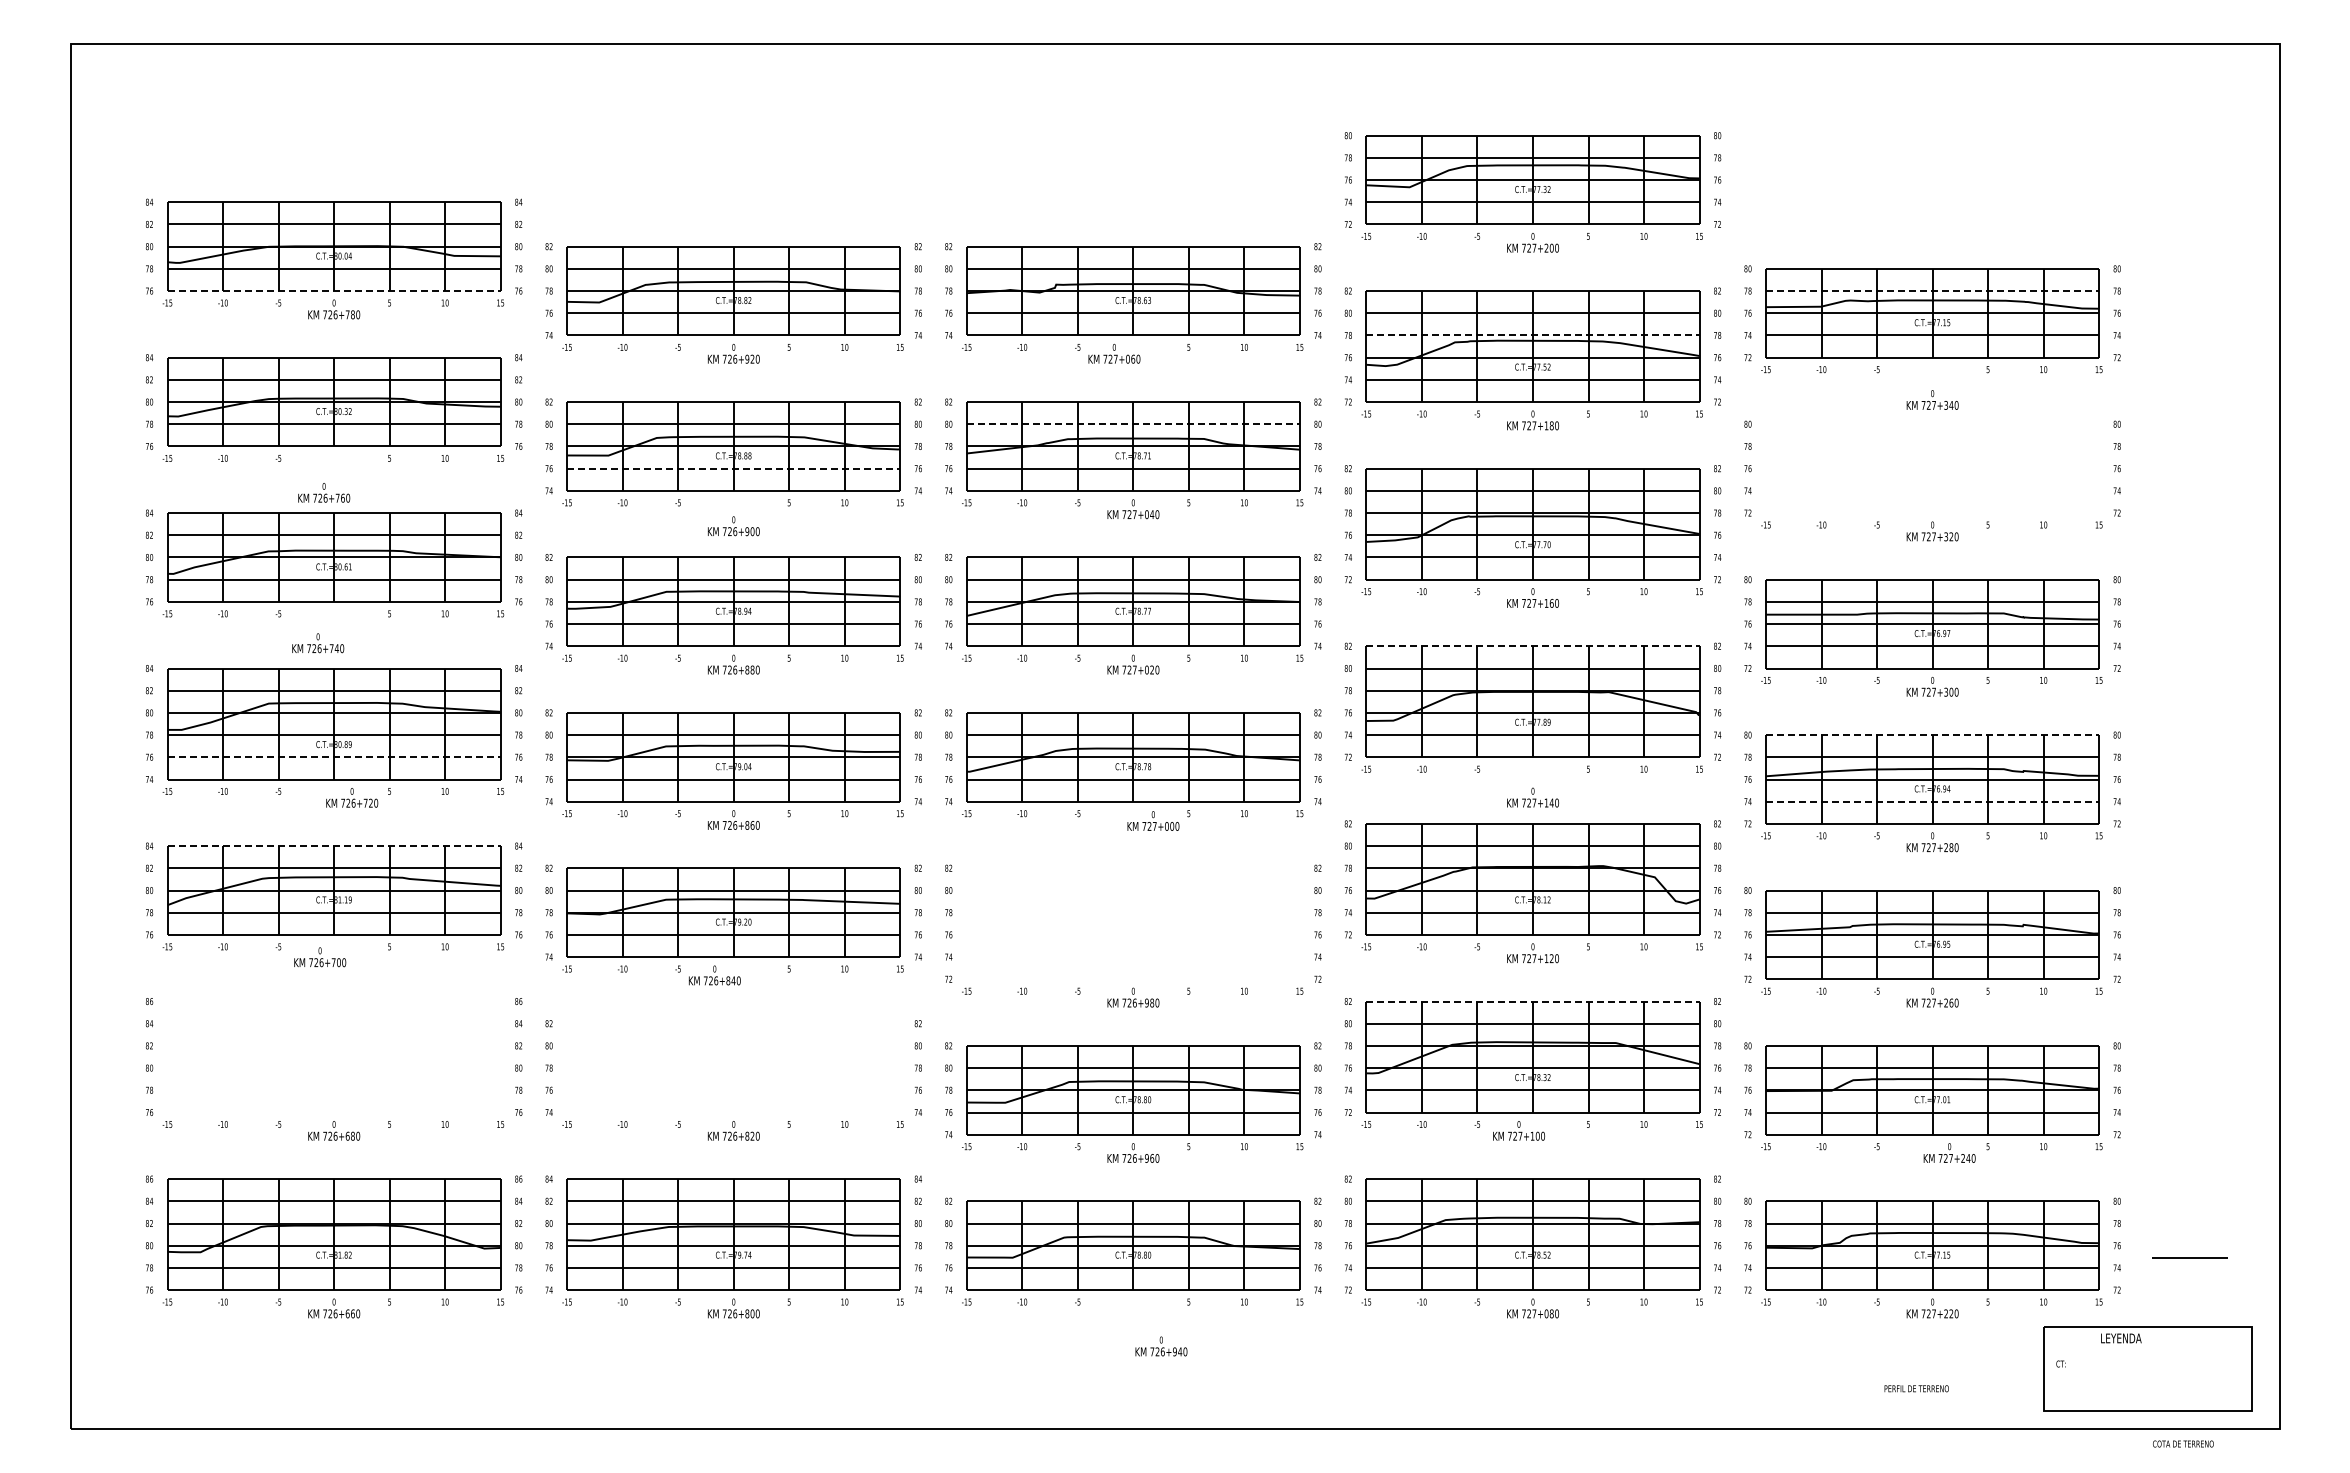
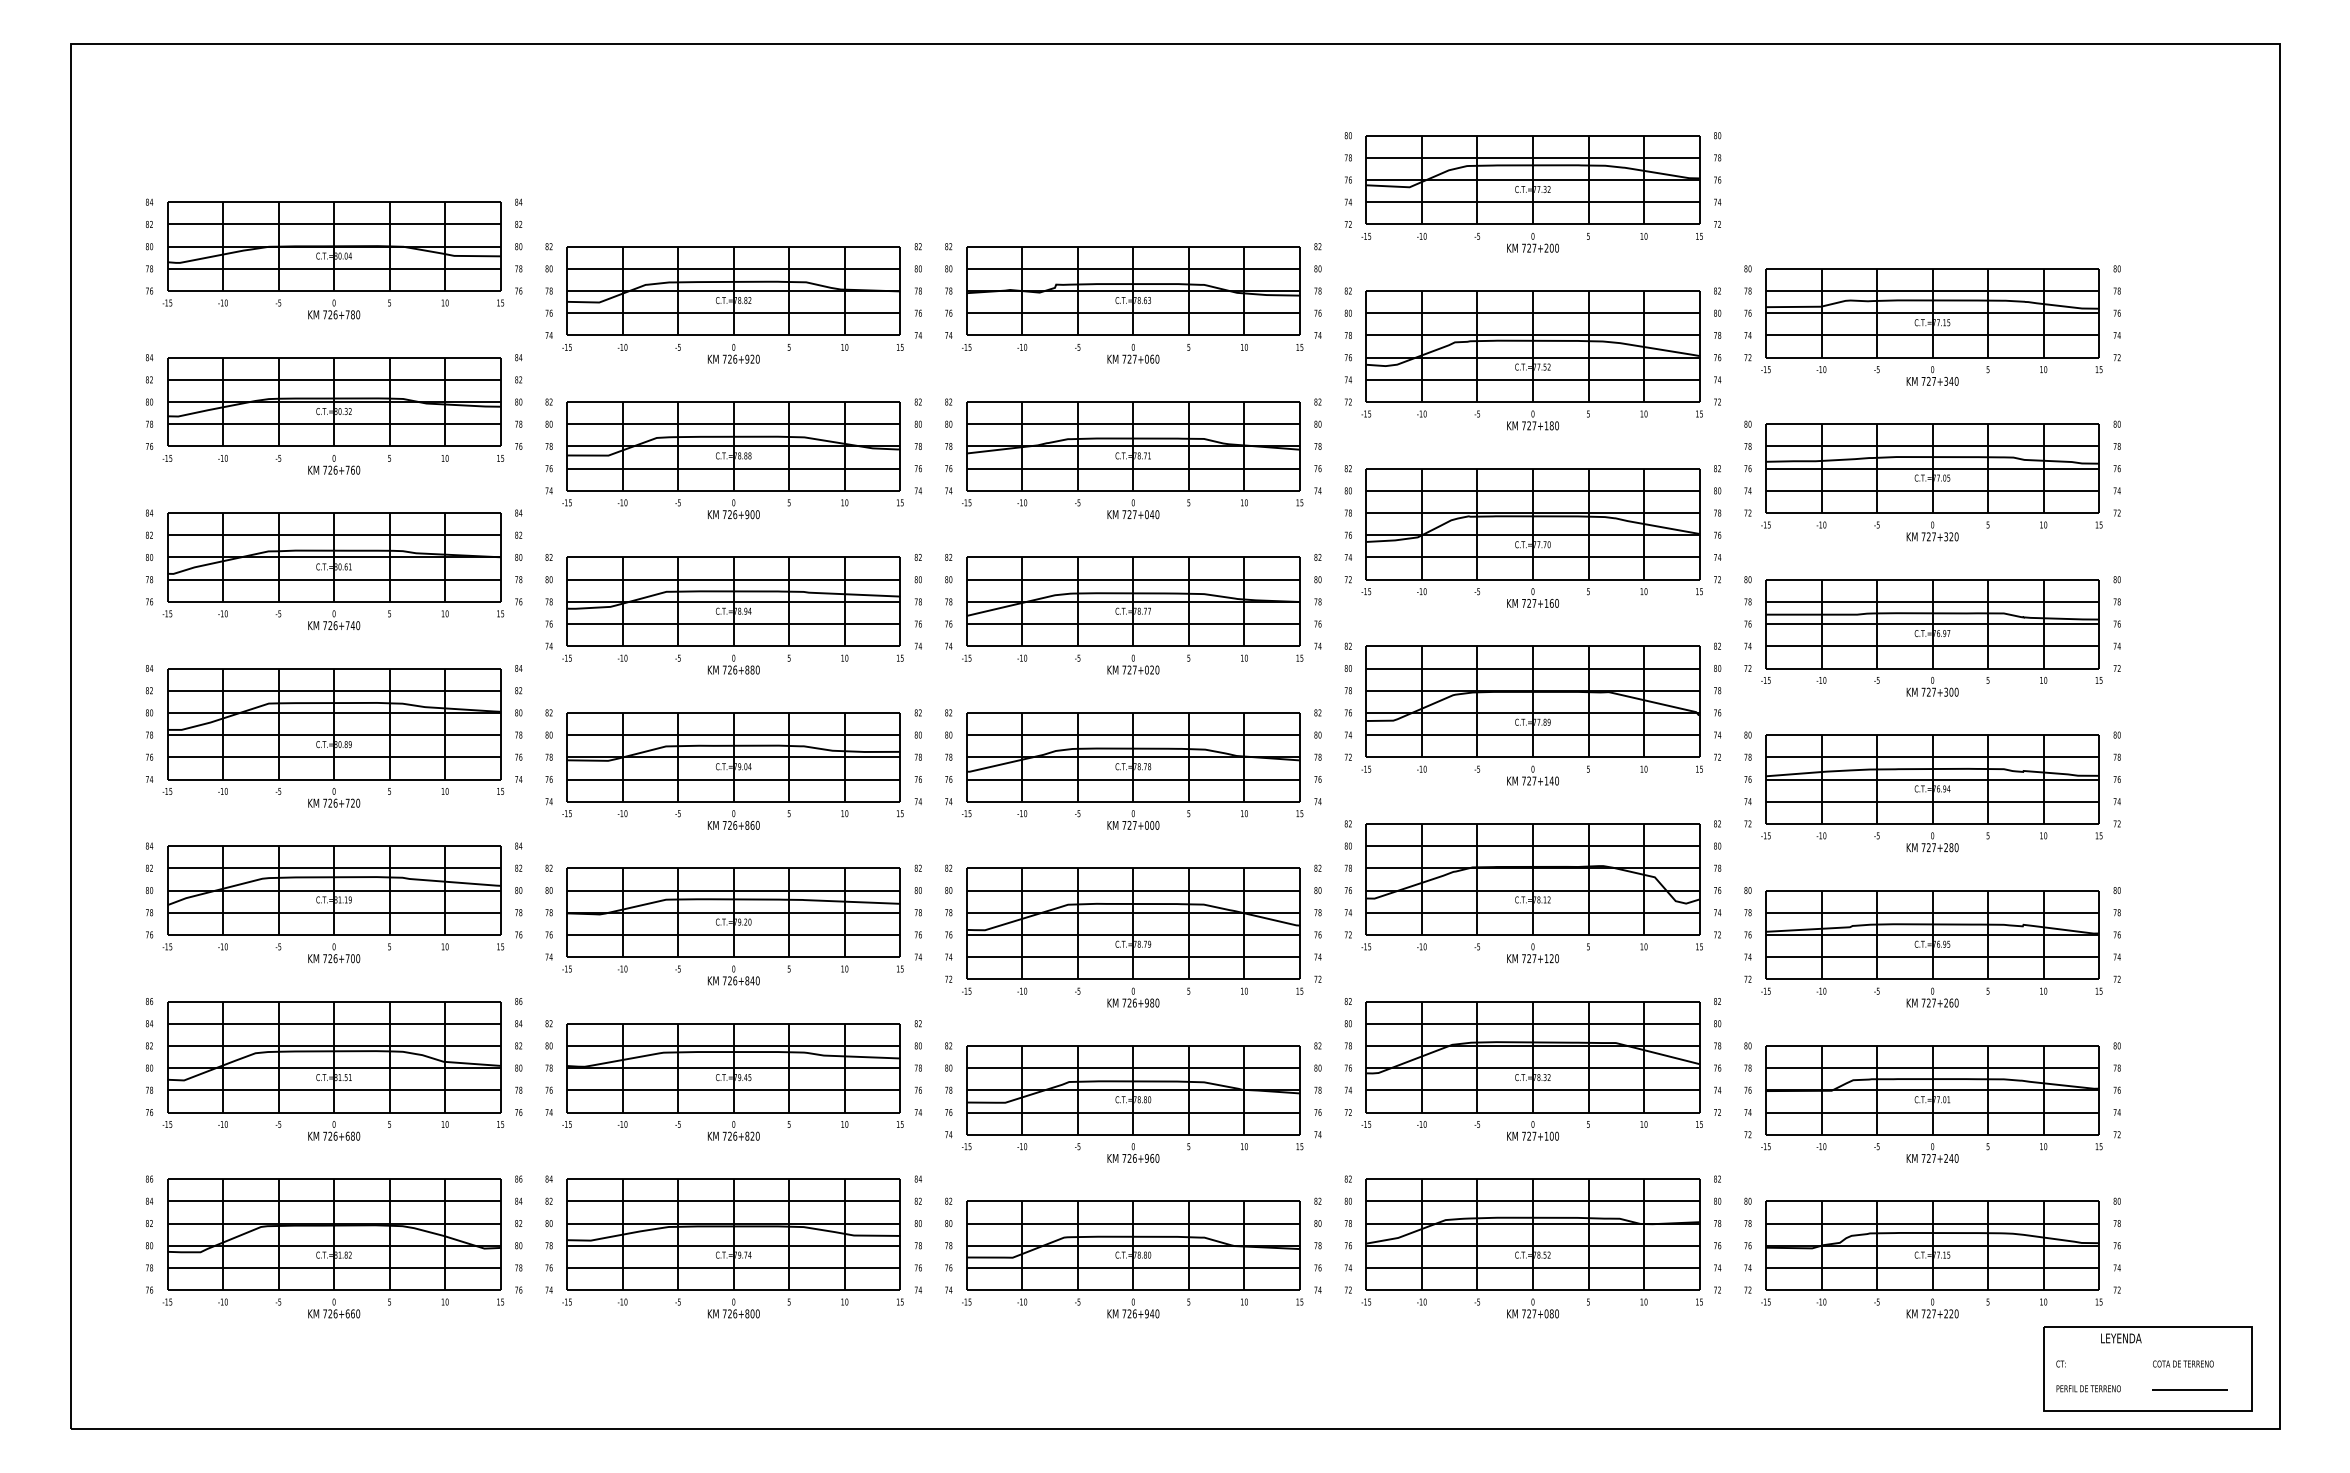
line at (334, 291): dashed -> solid
line at (1932, 291): dashed -> solid
line at (1532, 335): dashed -> solid
text at (1114, 353) position: (1114, 353) -> (1133, 353)
text at (1932, 399) position: (1932, 399) -> (1932, 375)
line at (1133, 424): dashed -> solid
line at (733, 468): dashed -> solid
part at (1932, 468): none -> present
text at (324, 492) position: (324, 492) -> (334, 464)
text at (733, 526) position: (733, 526) -> (733, 509)
text at (318, 643) position: (318, 643) -> (334, 620)
line at (1532, 646): dashed -> solid
line at (1932, 735): dashed -> solid
line at (334, 757): dashed -> solid
text at (352, 797) position: (352, 797) -> (334, 797)
text at (1532, 797) position: (1532, 797) -> (1532, 775)
line at (1932, 801): dashed -> solid
text at (1153, 820) position: (1153, 820) -> (1133, 819)
line at (334, 846): dashed -> solid
part at (1133, 923): none -> present
text at (320, 957) position: (320, 957) -> (334, 953)
text at (714, 975) position: (714, 975) -> (733, 975)
line at (1532, 1001): dashed -> solid
part at (334, 1057): none -> present
part at (733, 1068): none -> present
text at (1518, 1130) position: (1518, 1130) -> (1532, 1130)
text at (1949, 1152) position: (1949, 1152) -> (1932, 1152)
line at (2189, 1257) position: (2189, 1257) -> (2189, 1389)
text at (1161, 1346) position: (1161, 1346) -> (1133, 1308)
text at (1916, 1388) position: (1916, 1388) -> (2088, 1388)
text at (2183, 1443) position: (2183, 1443) -> (2183, 1363)
